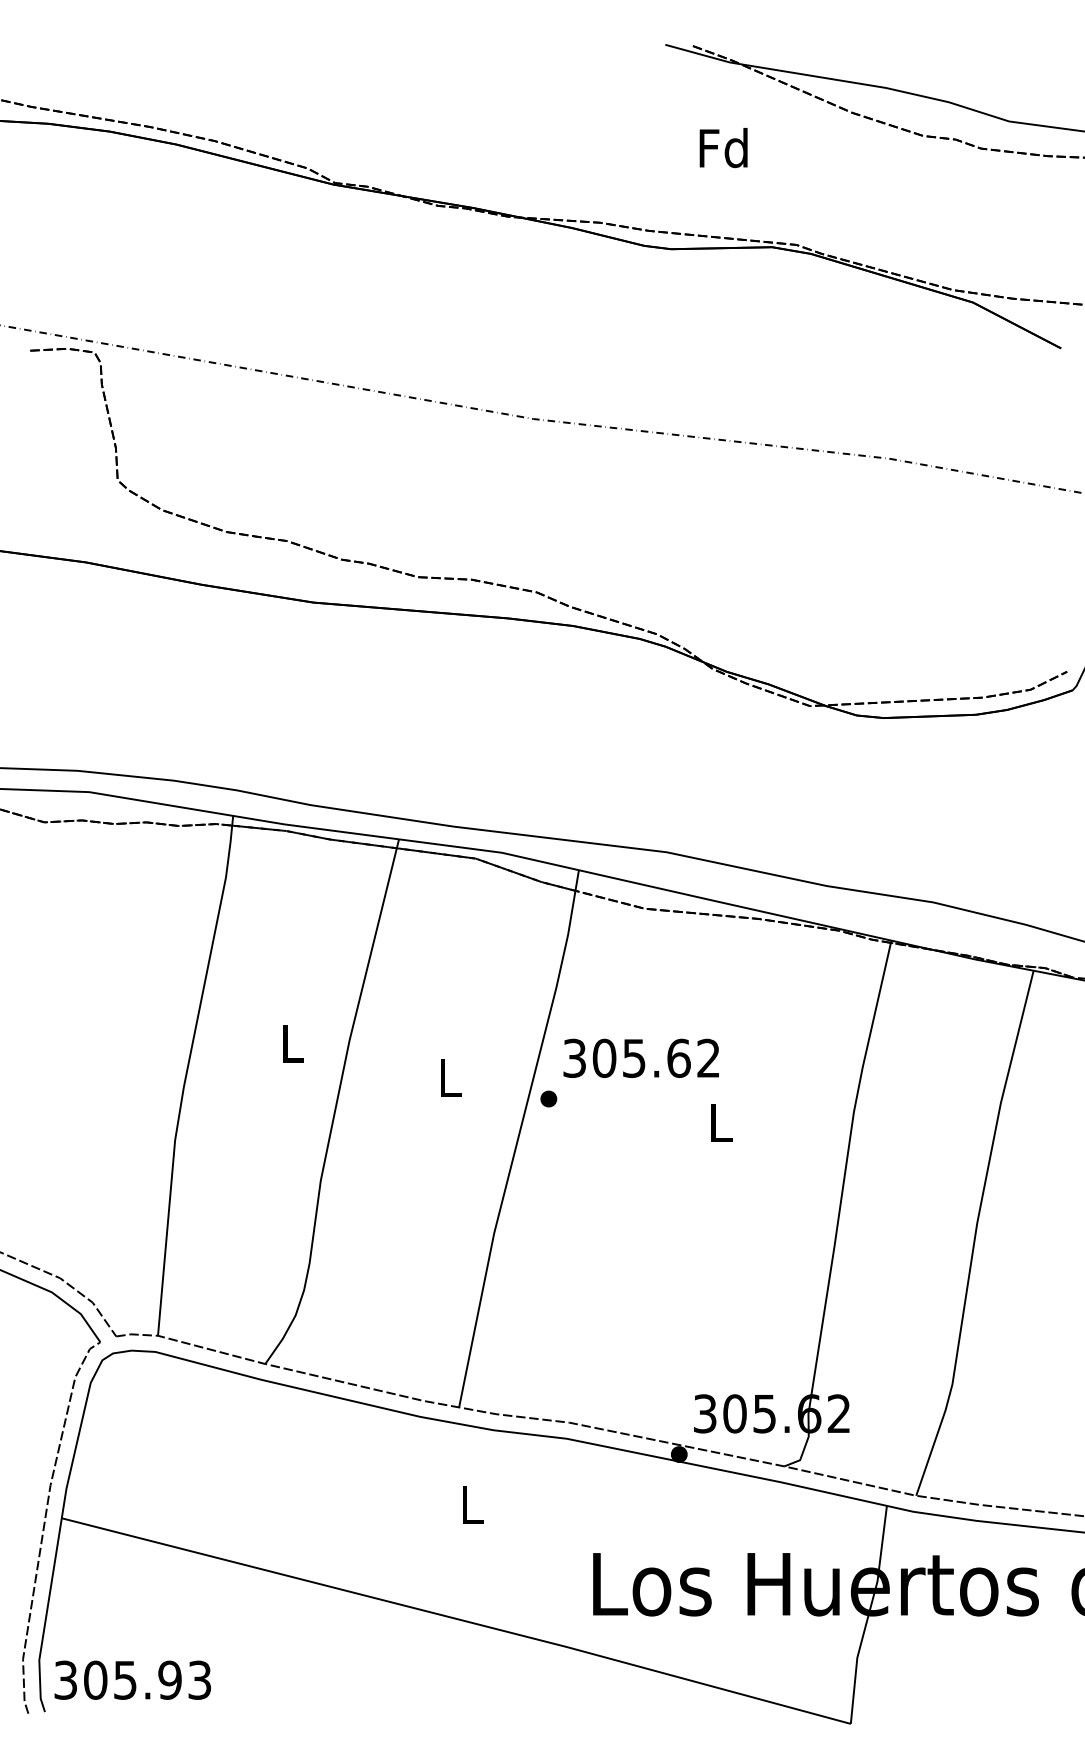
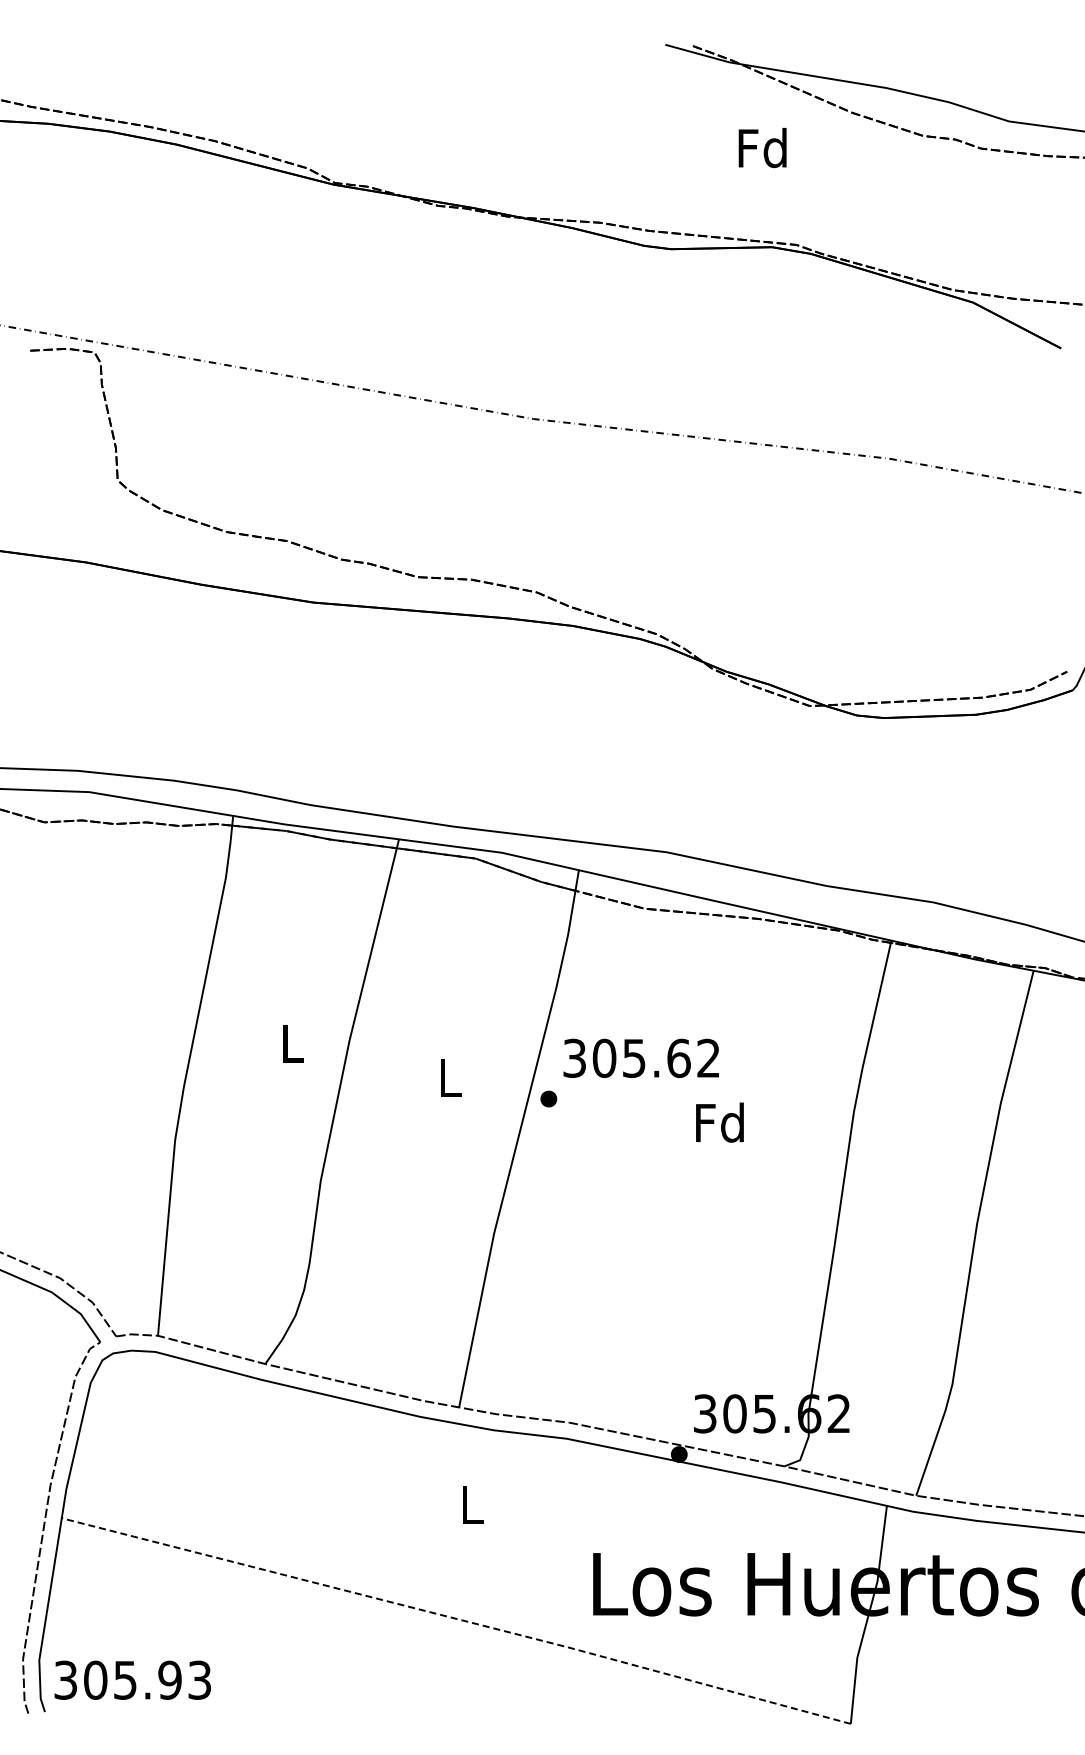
text at (723, 148) position: (723, 148) -> (762, 148)
text at (719, 1122): L -> Fd
line at (456, 1619): solid -> dashed
